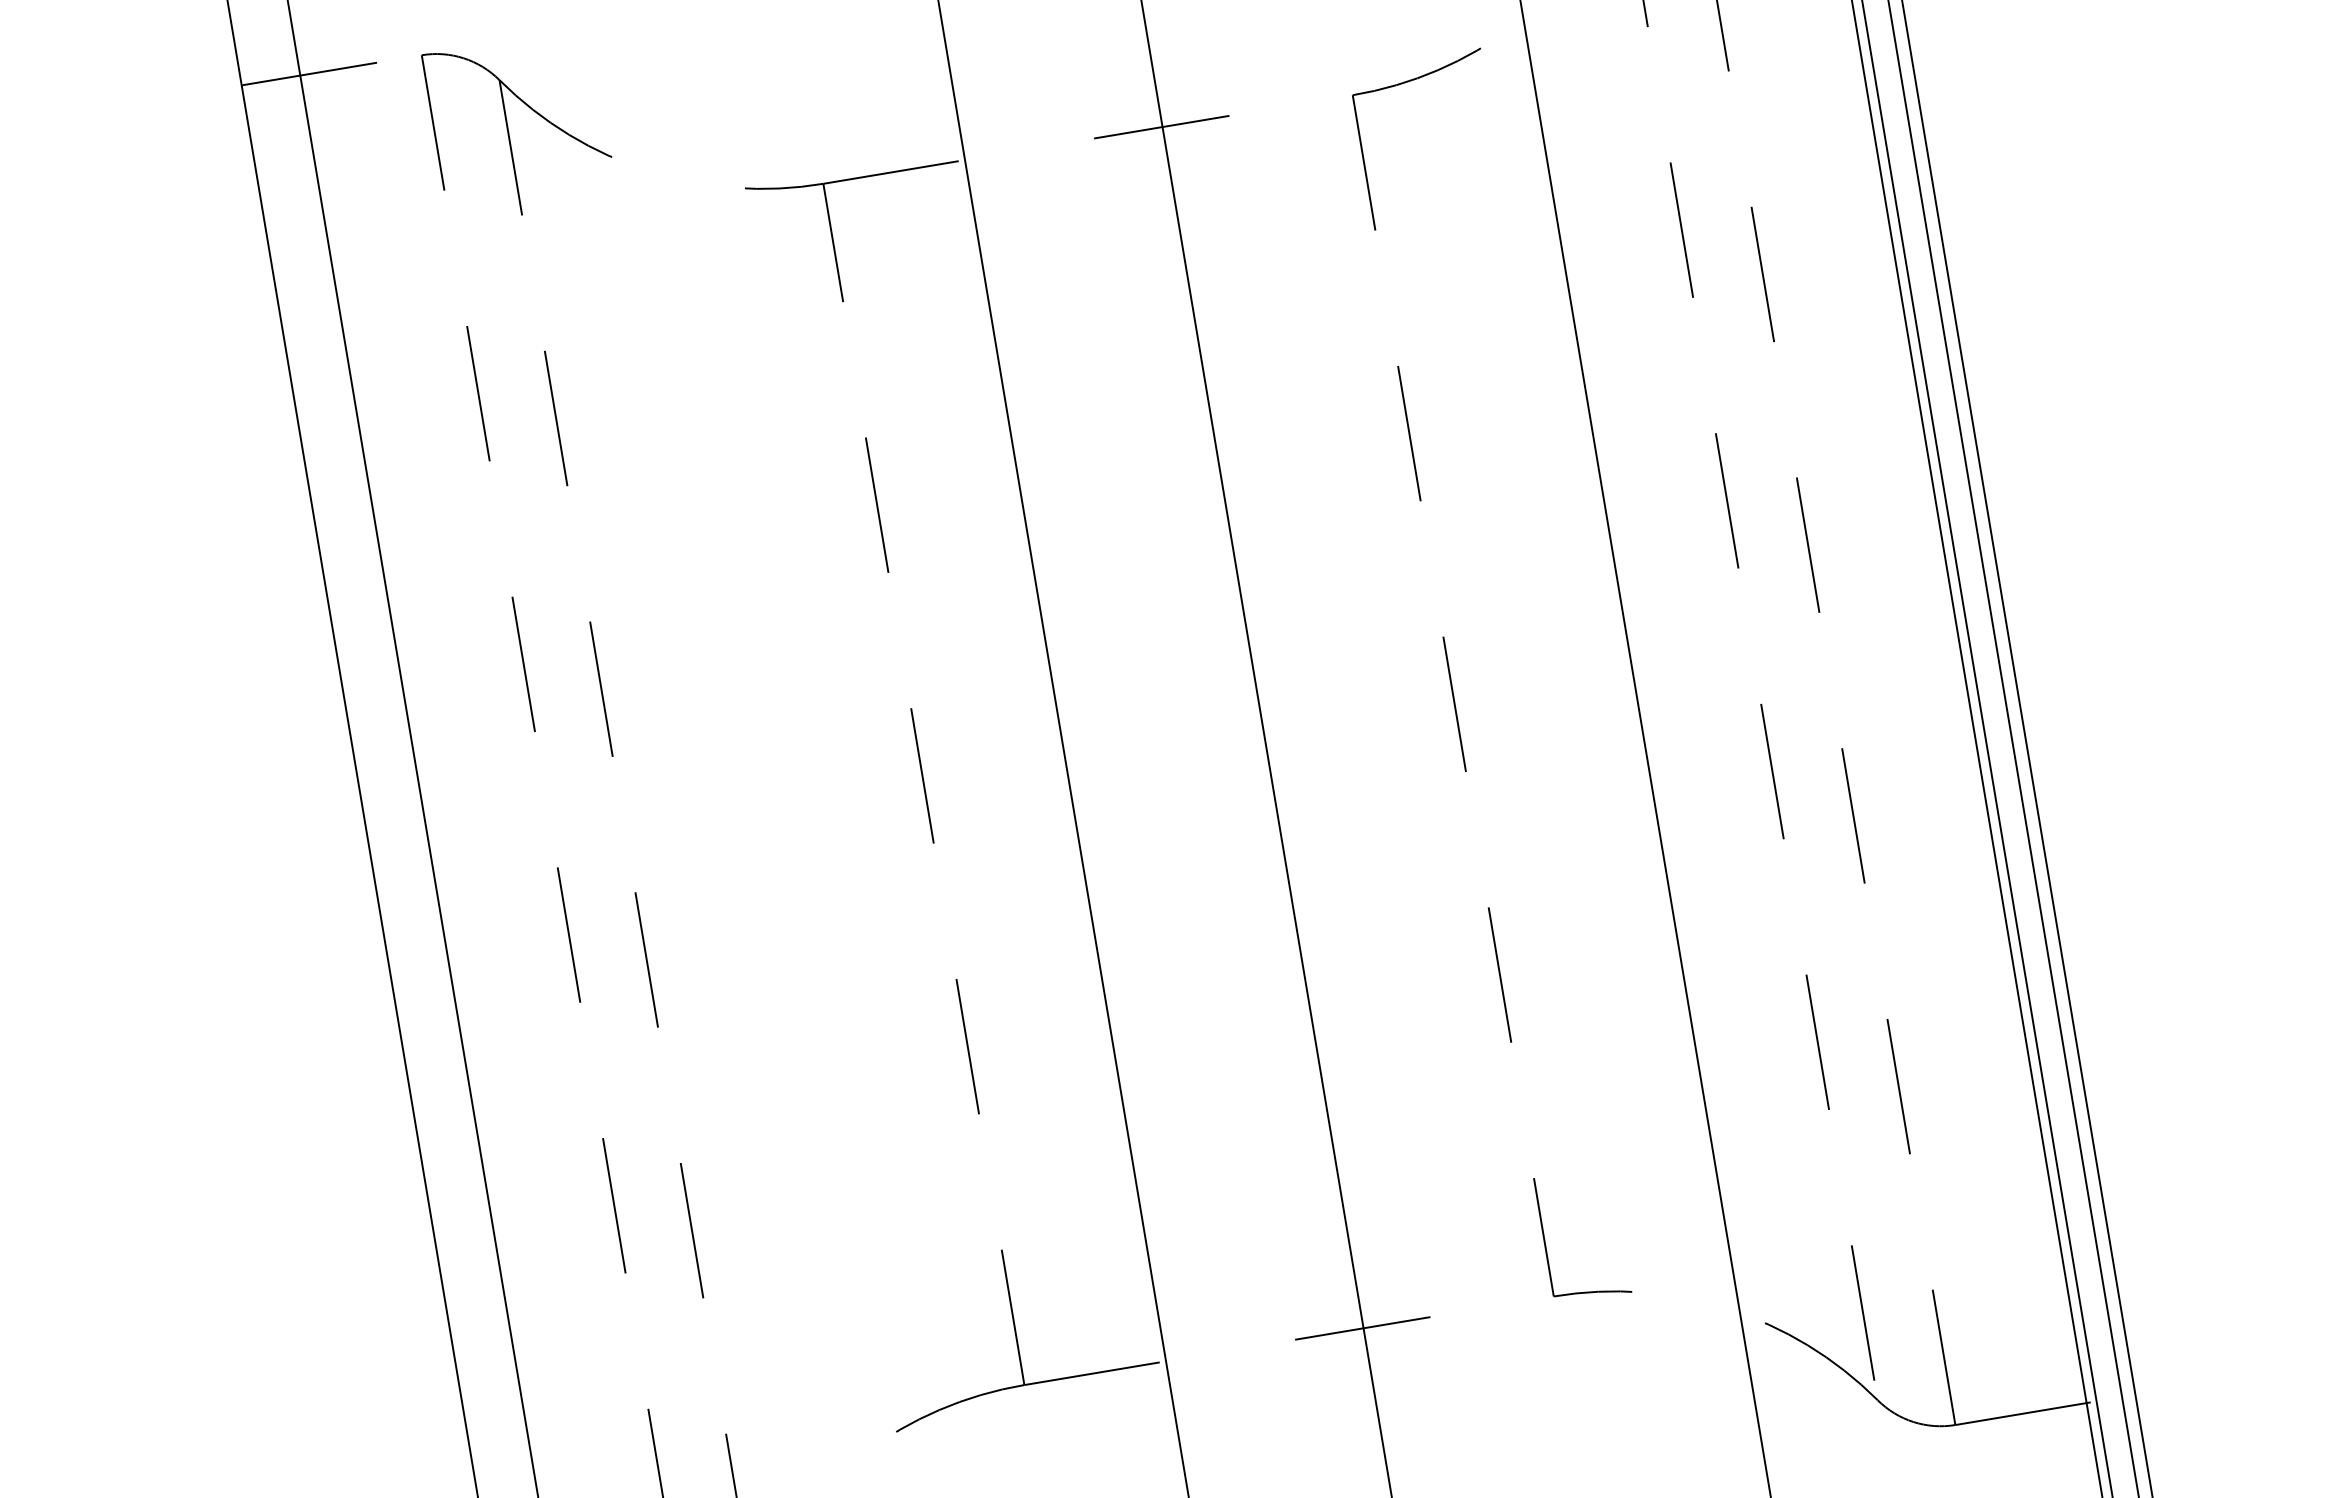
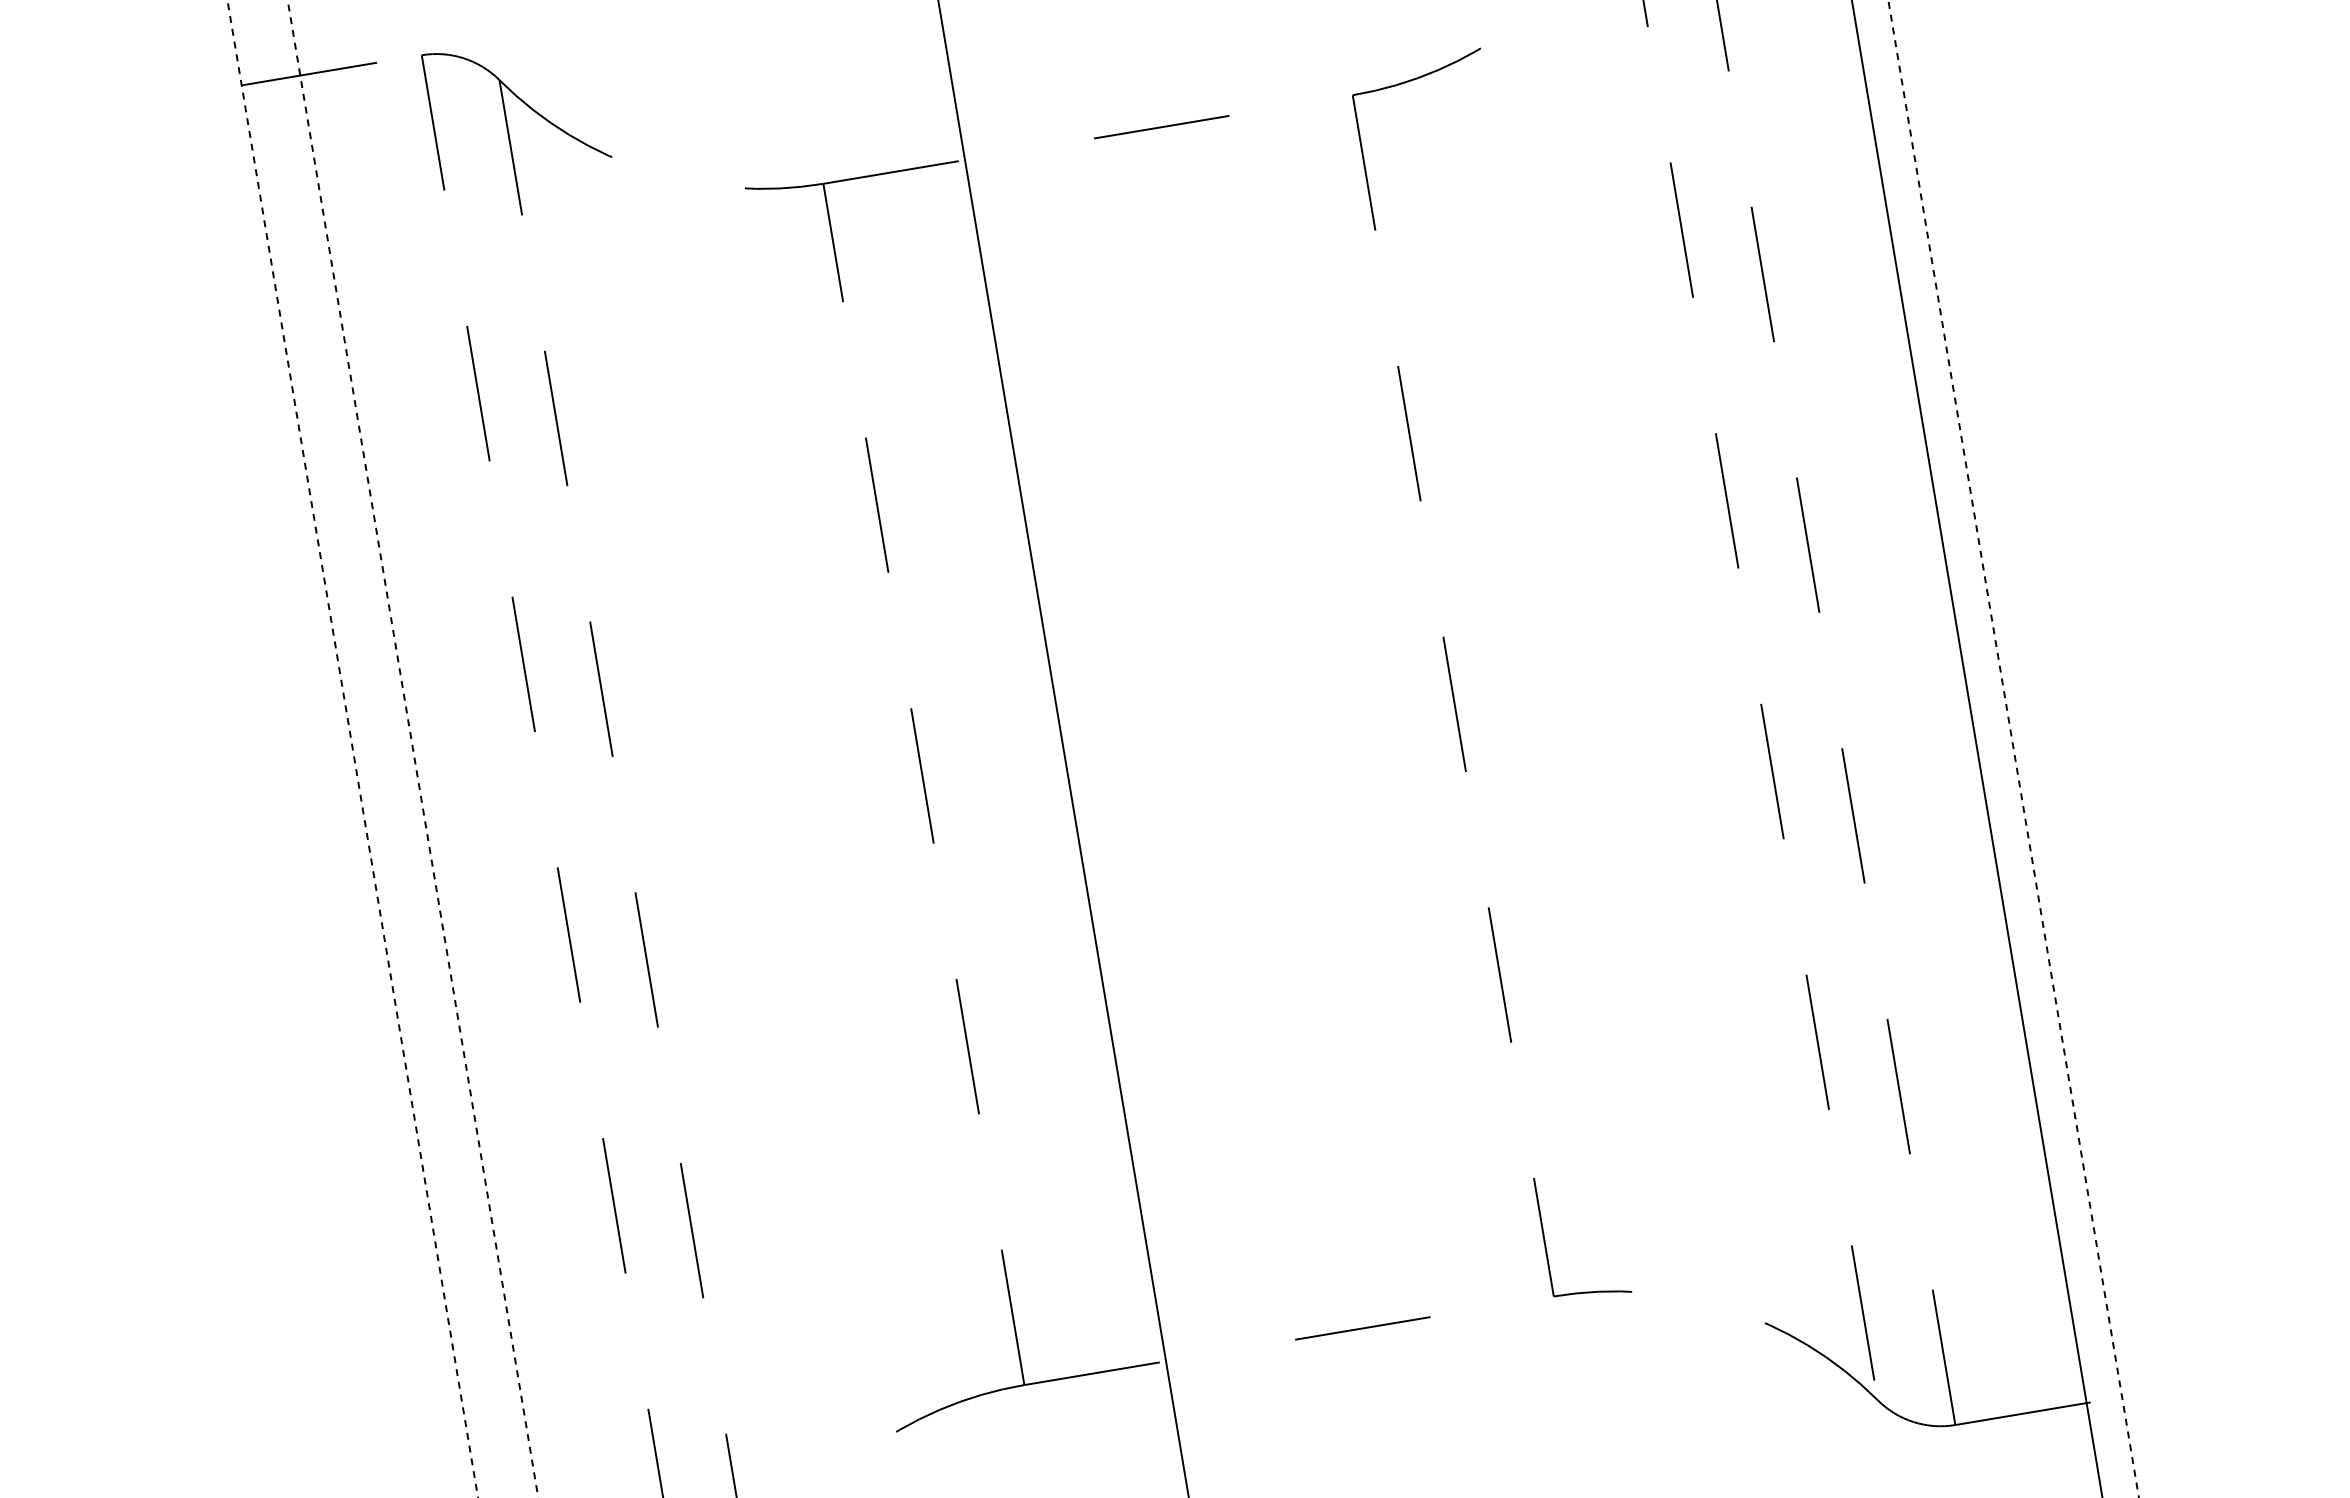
line at (352, 748): solid -> dashed
line at (1266, 748): present -> none
line at (1645, 748): present -> none
line at (1987, 748): present -> none
line at (2027, 748): present -> none
line at (413, 749): solid -> dashed
line at (2013, 749): solid -> dashed
